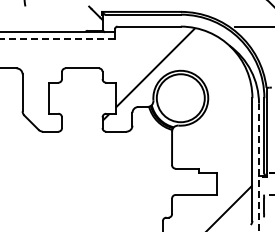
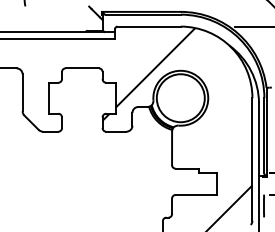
line at (57, 38): dashed -> solid
line at (259, 167): dashed -> solid
